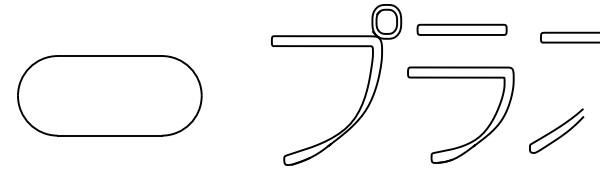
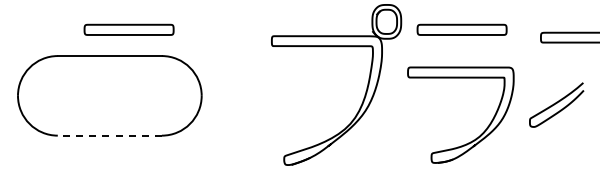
part at (128, 29): none -> present
curve at (556, 130) position: (556, 130) -> (556, 104)
line at (109, 135): solid -> dashed
